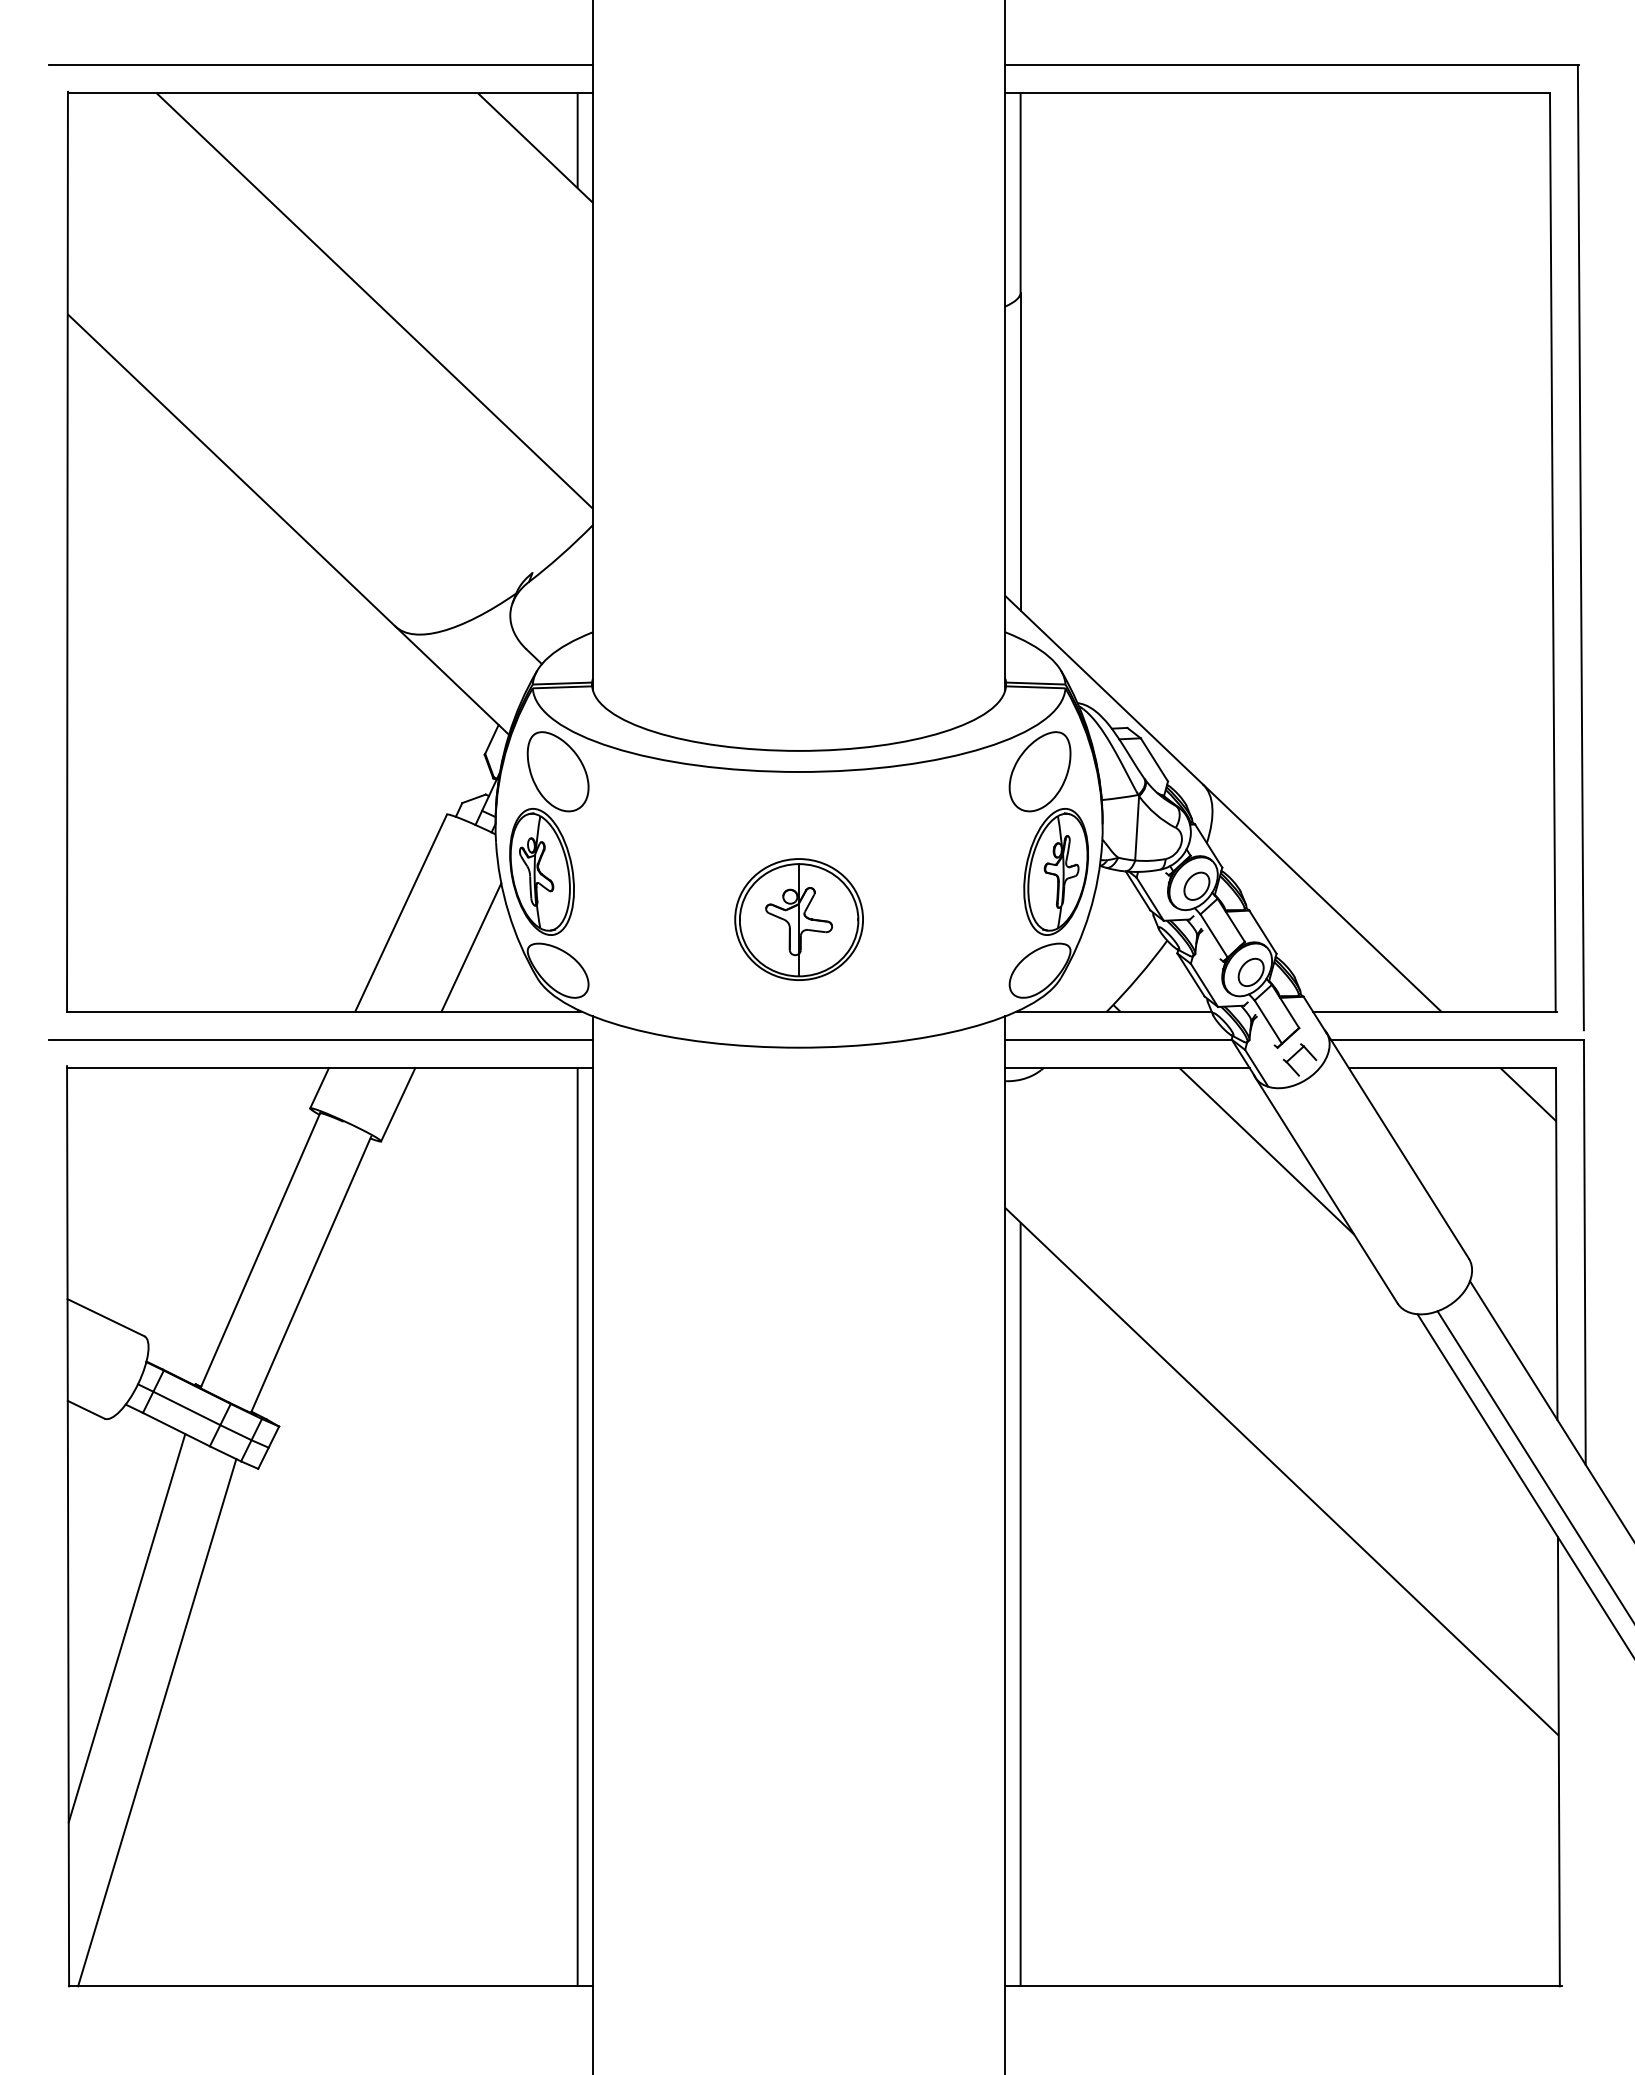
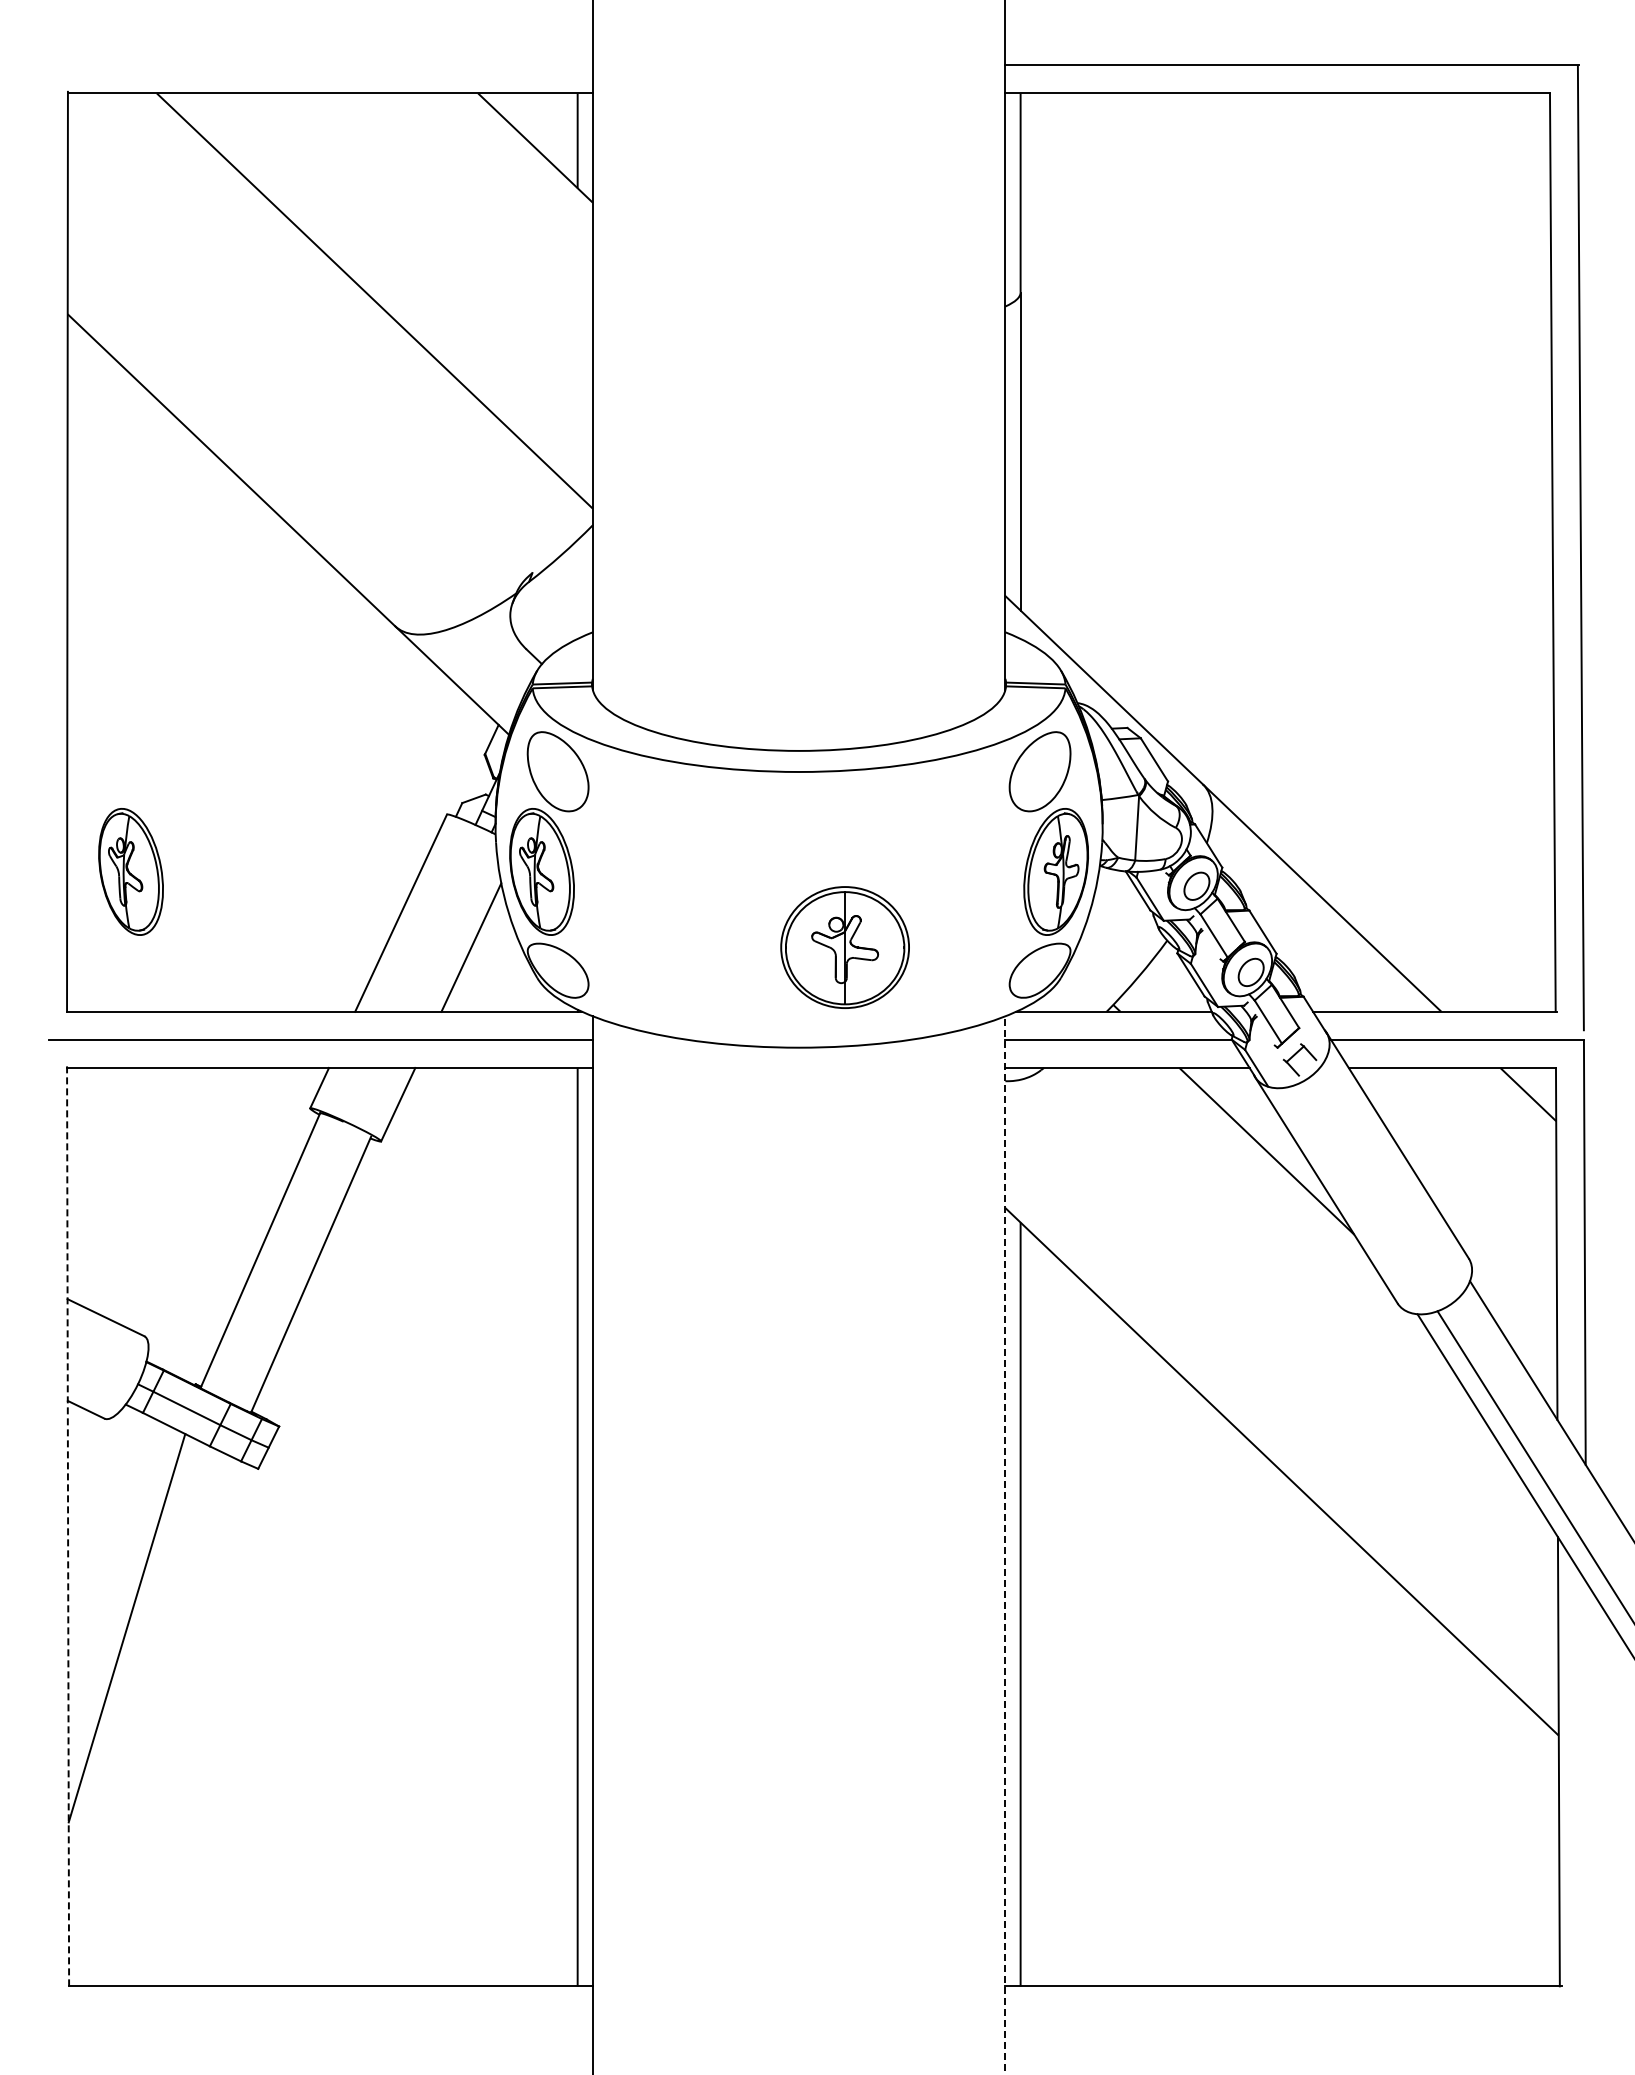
line at (320, 65): present -> none
part at (130, 871): none -> present
part at (798, 919) position: (798, 919) -> (844, 947)
line at (68, 1525): solid -> dashed
line at (1005, 1545): solid -> dashed
line at (157, 1722): present -> none
